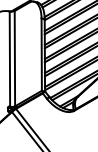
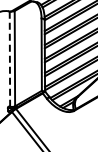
line at (9, 59): solid -> dashed
